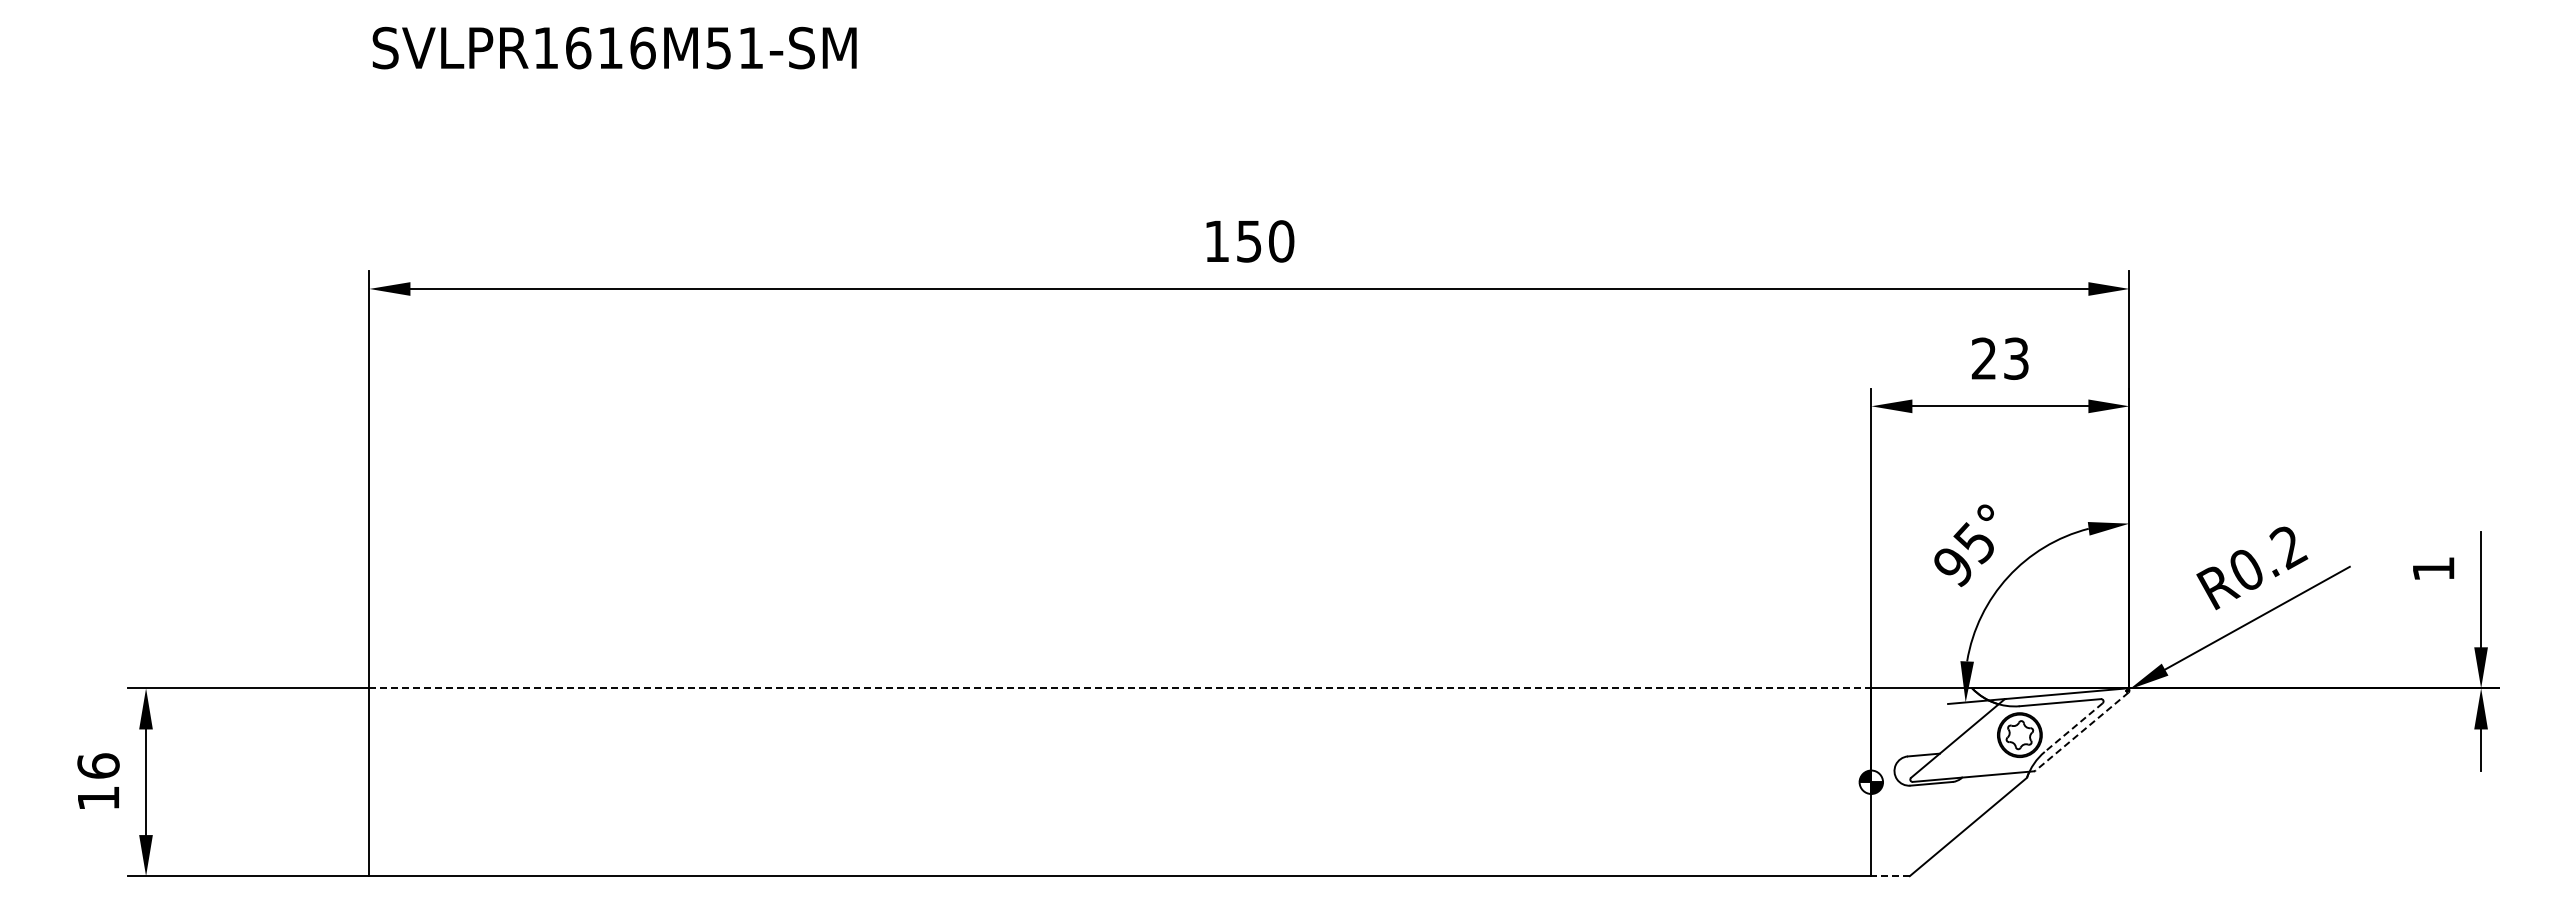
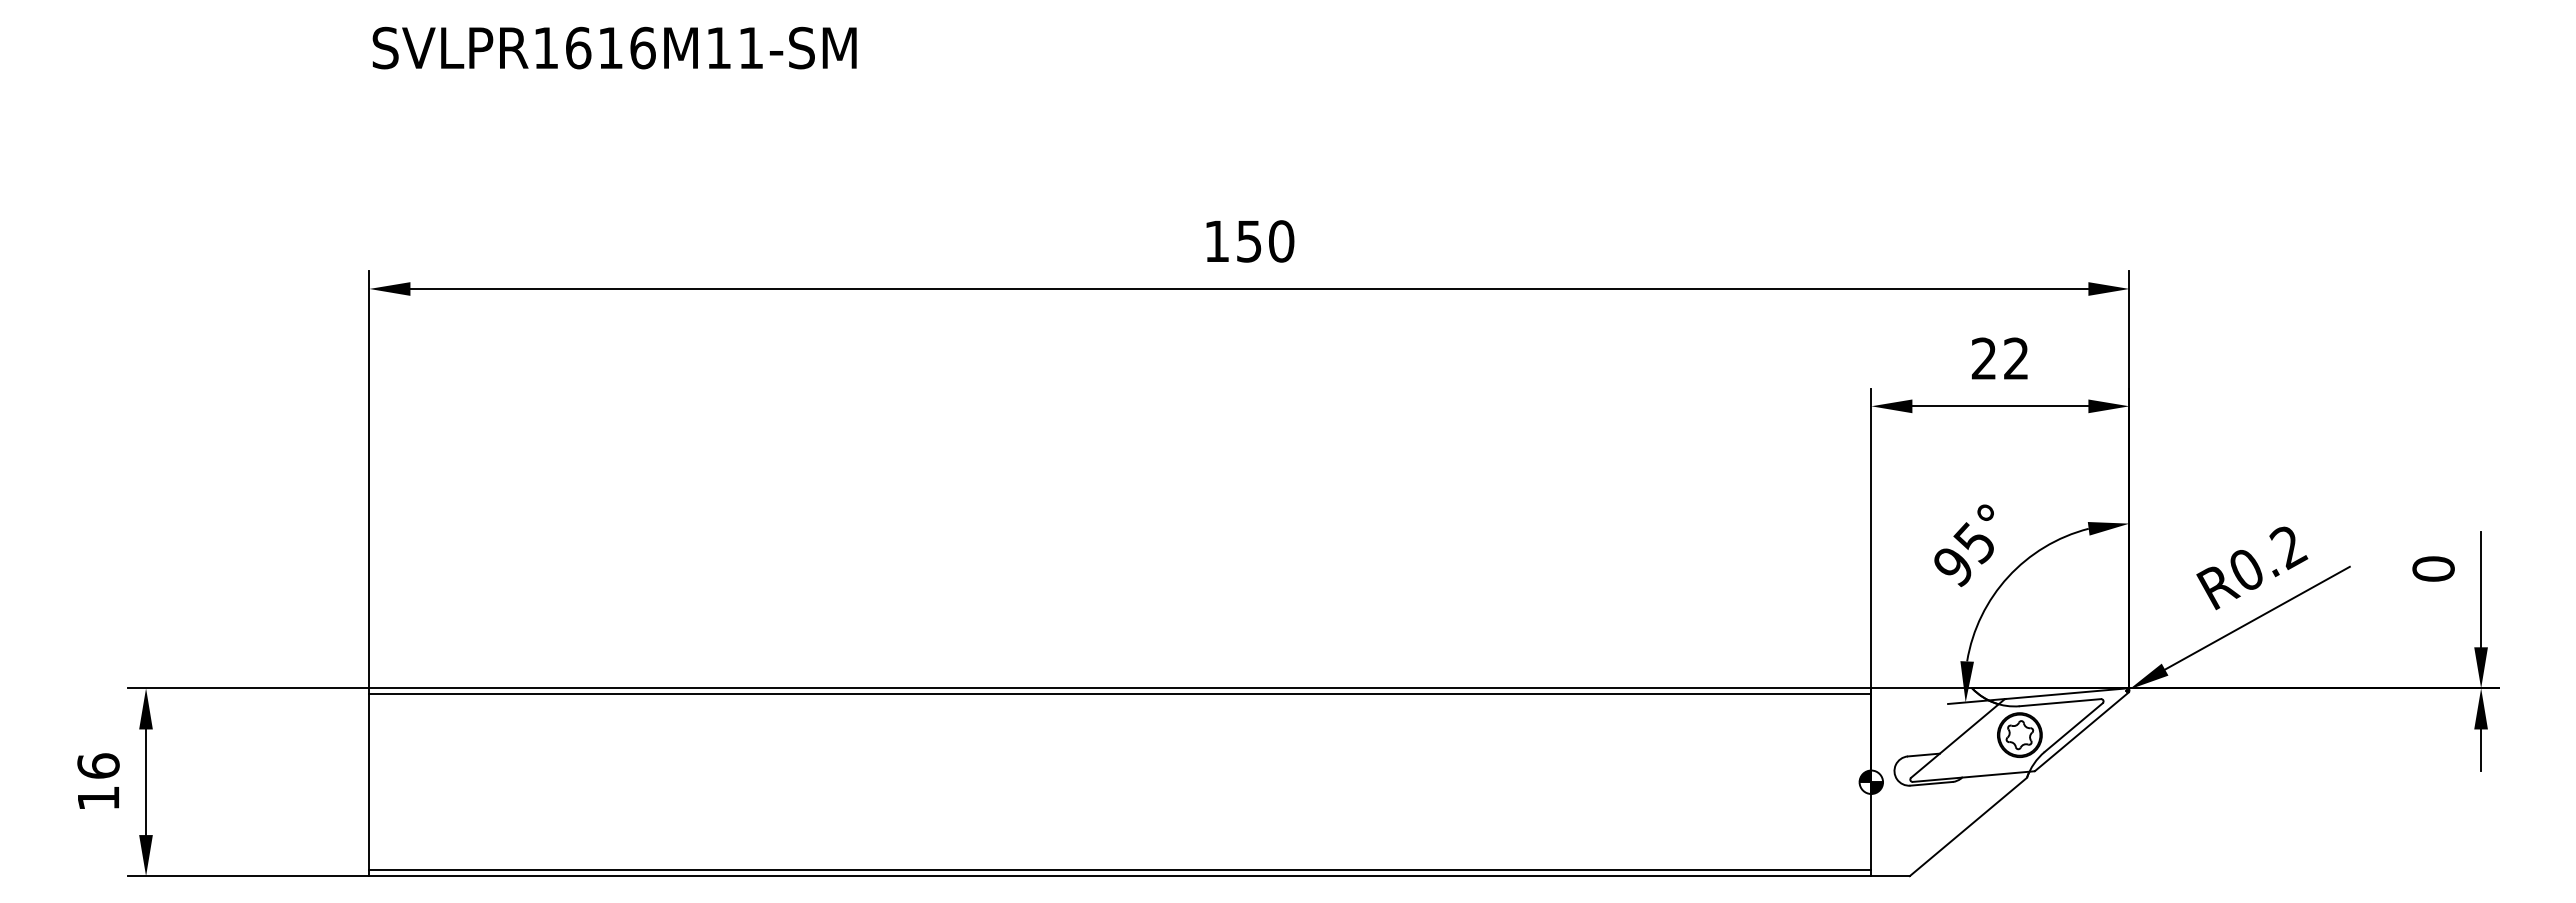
text at (718, 48): SVLPR1616M51-SM -> SVLPR1616M11-SM
text at (2016, 358): 23 -> 22
text at (2433, 568): 1 -> 0
line at (1120, 688): dashed -> solid
line at (1120, 694): none -> present
line at (2073, 727): dashed -> solid
line at (2082, 731): dashed -> solid
line at (1120, 870): none -> present
line at (1890, 876): dashed -> solid
